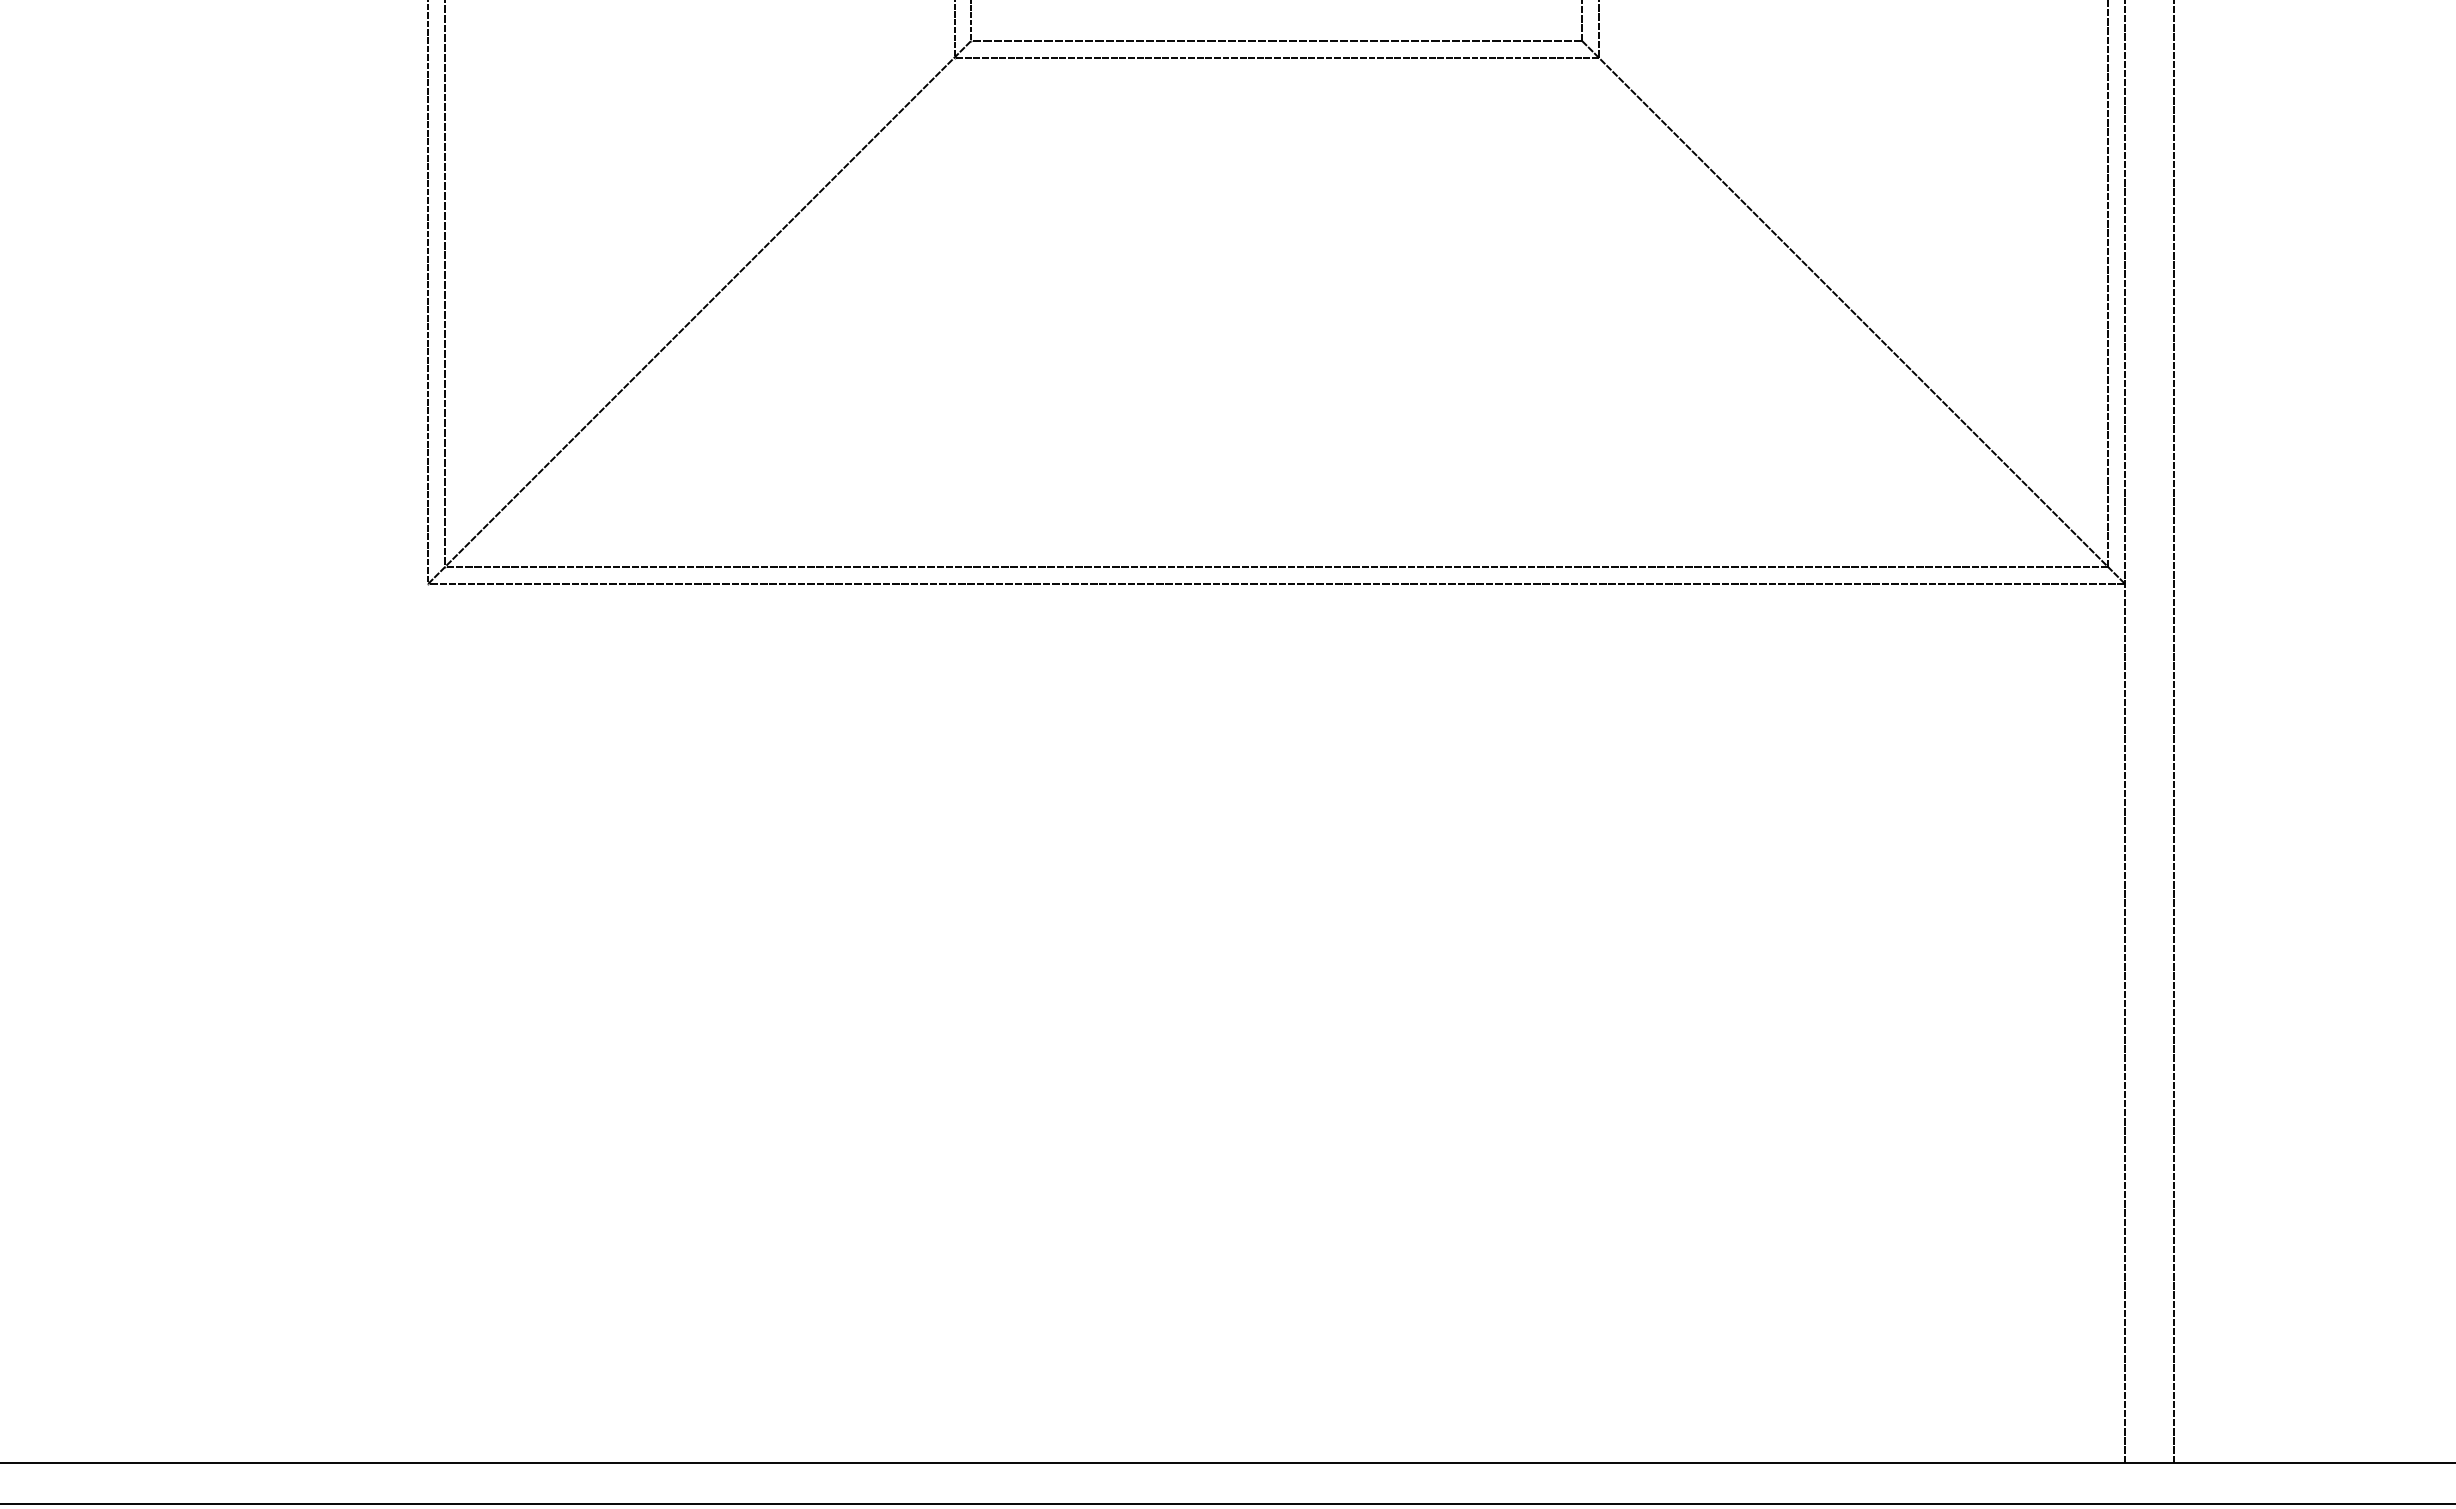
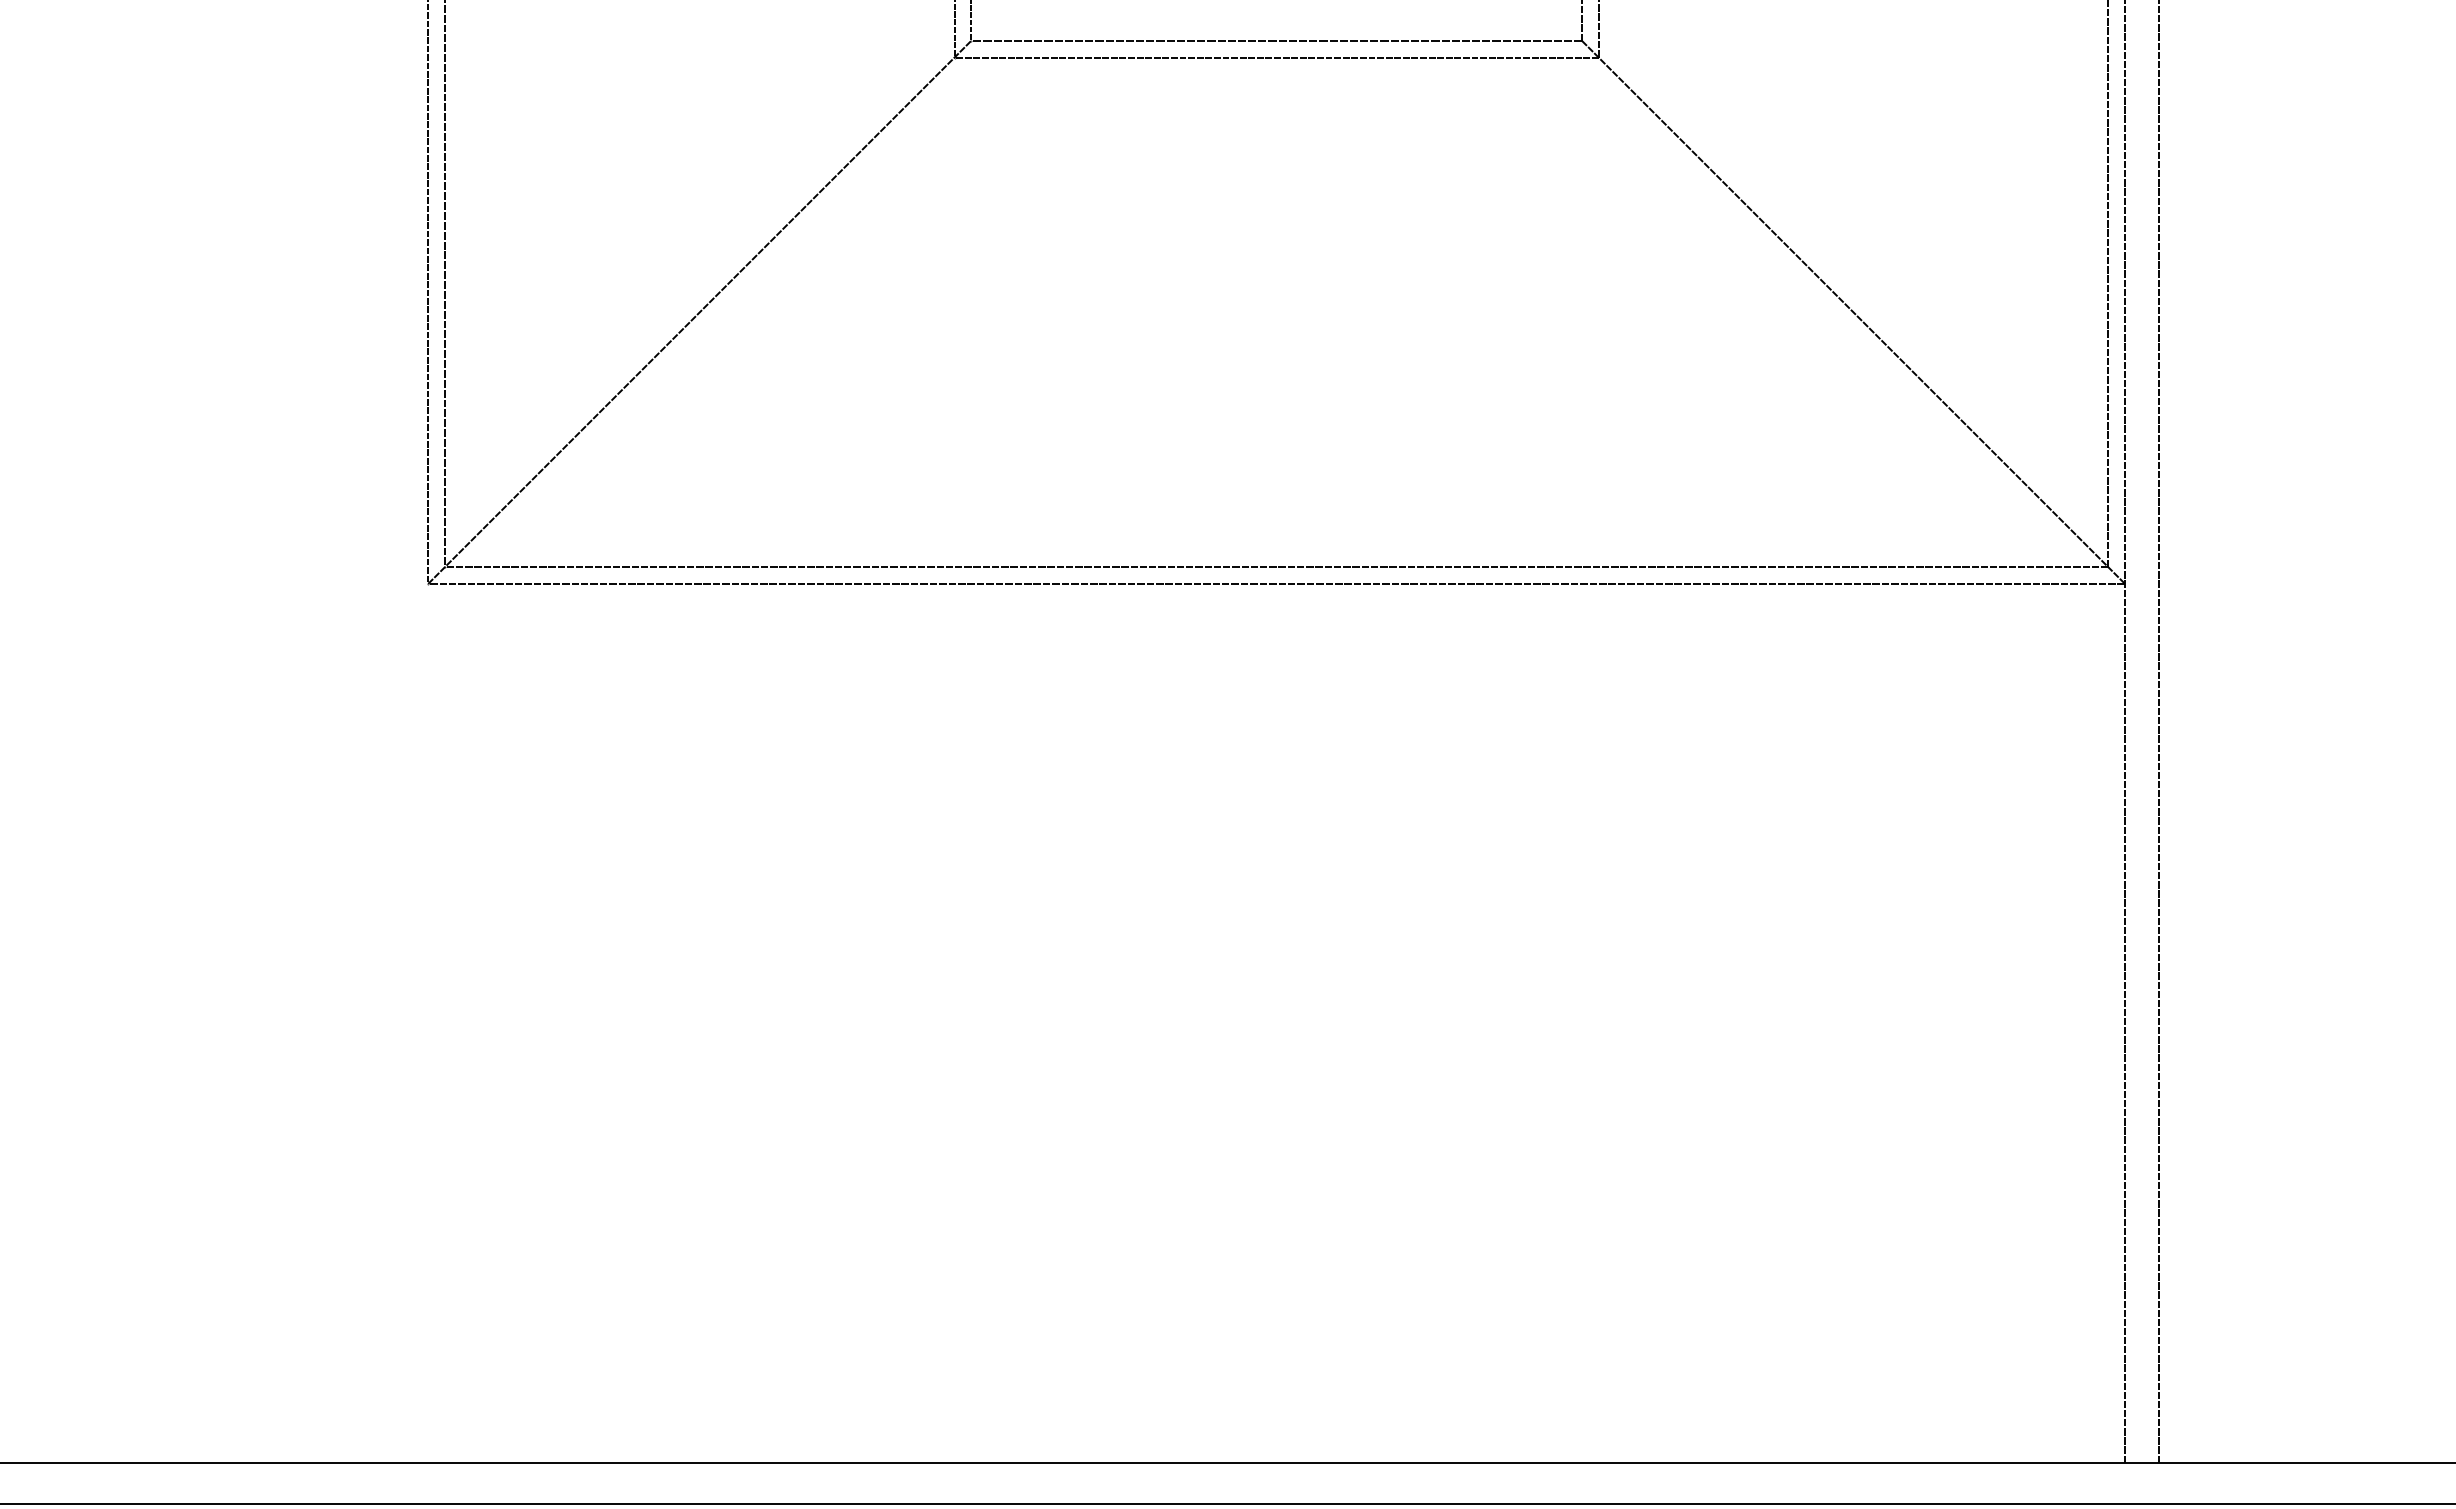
line at (2173, 732) position: (2173, 732) -> (2158, 732)
